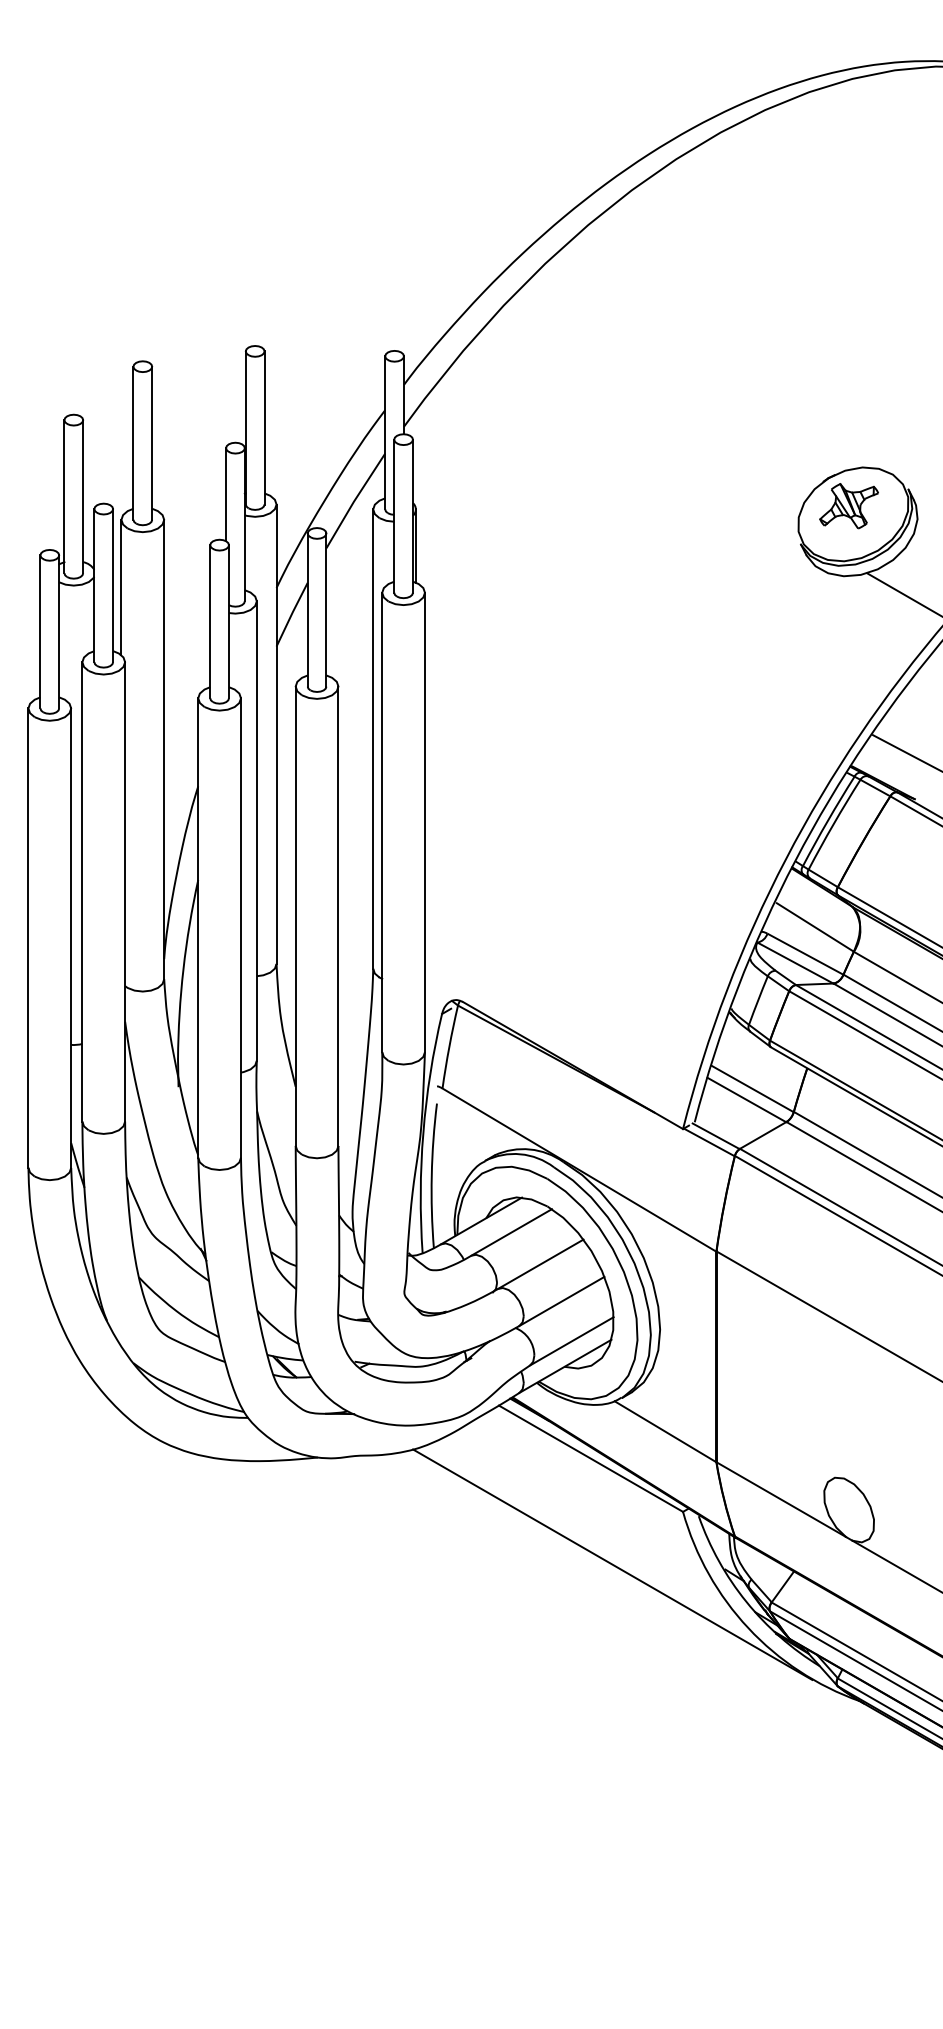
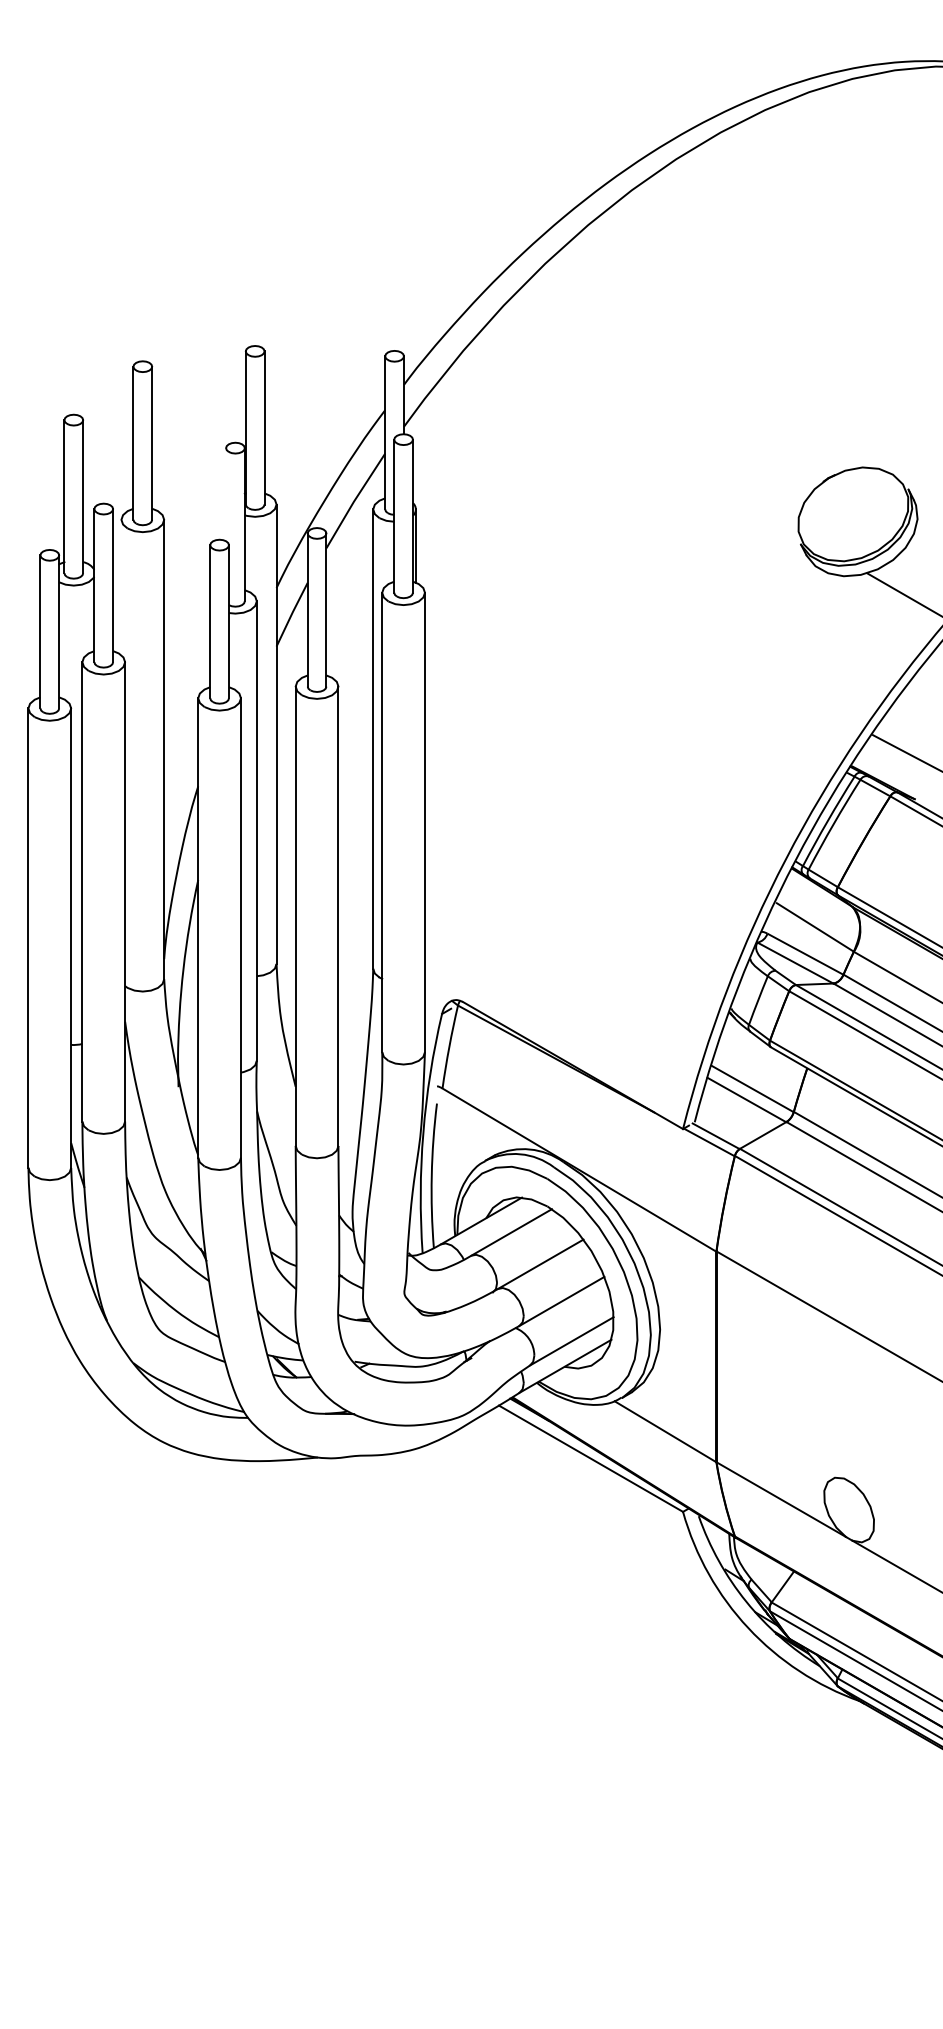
line at (226, 494): present -> none
part at (848, 506): present -> none
line at (121, 587): present -> none
line at (612, 1564): present -> none
